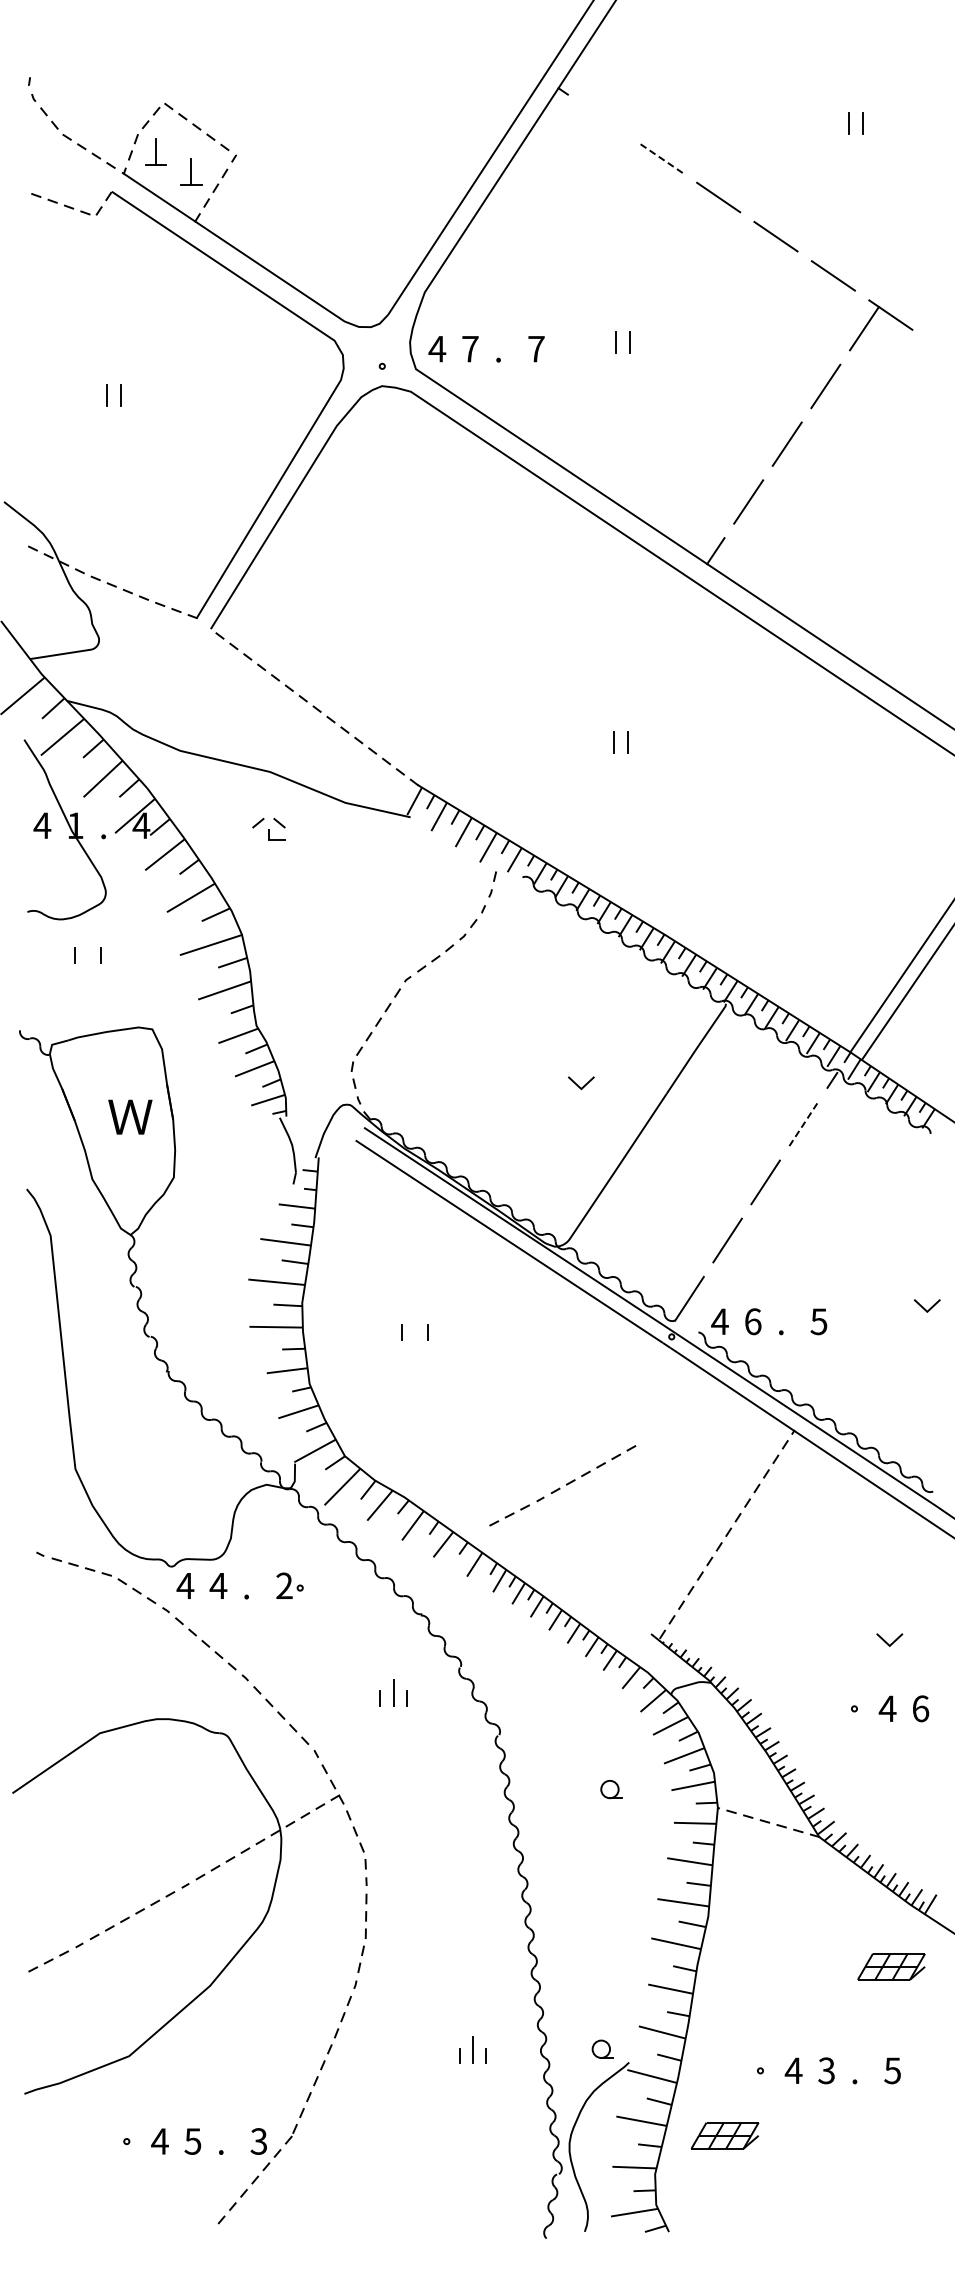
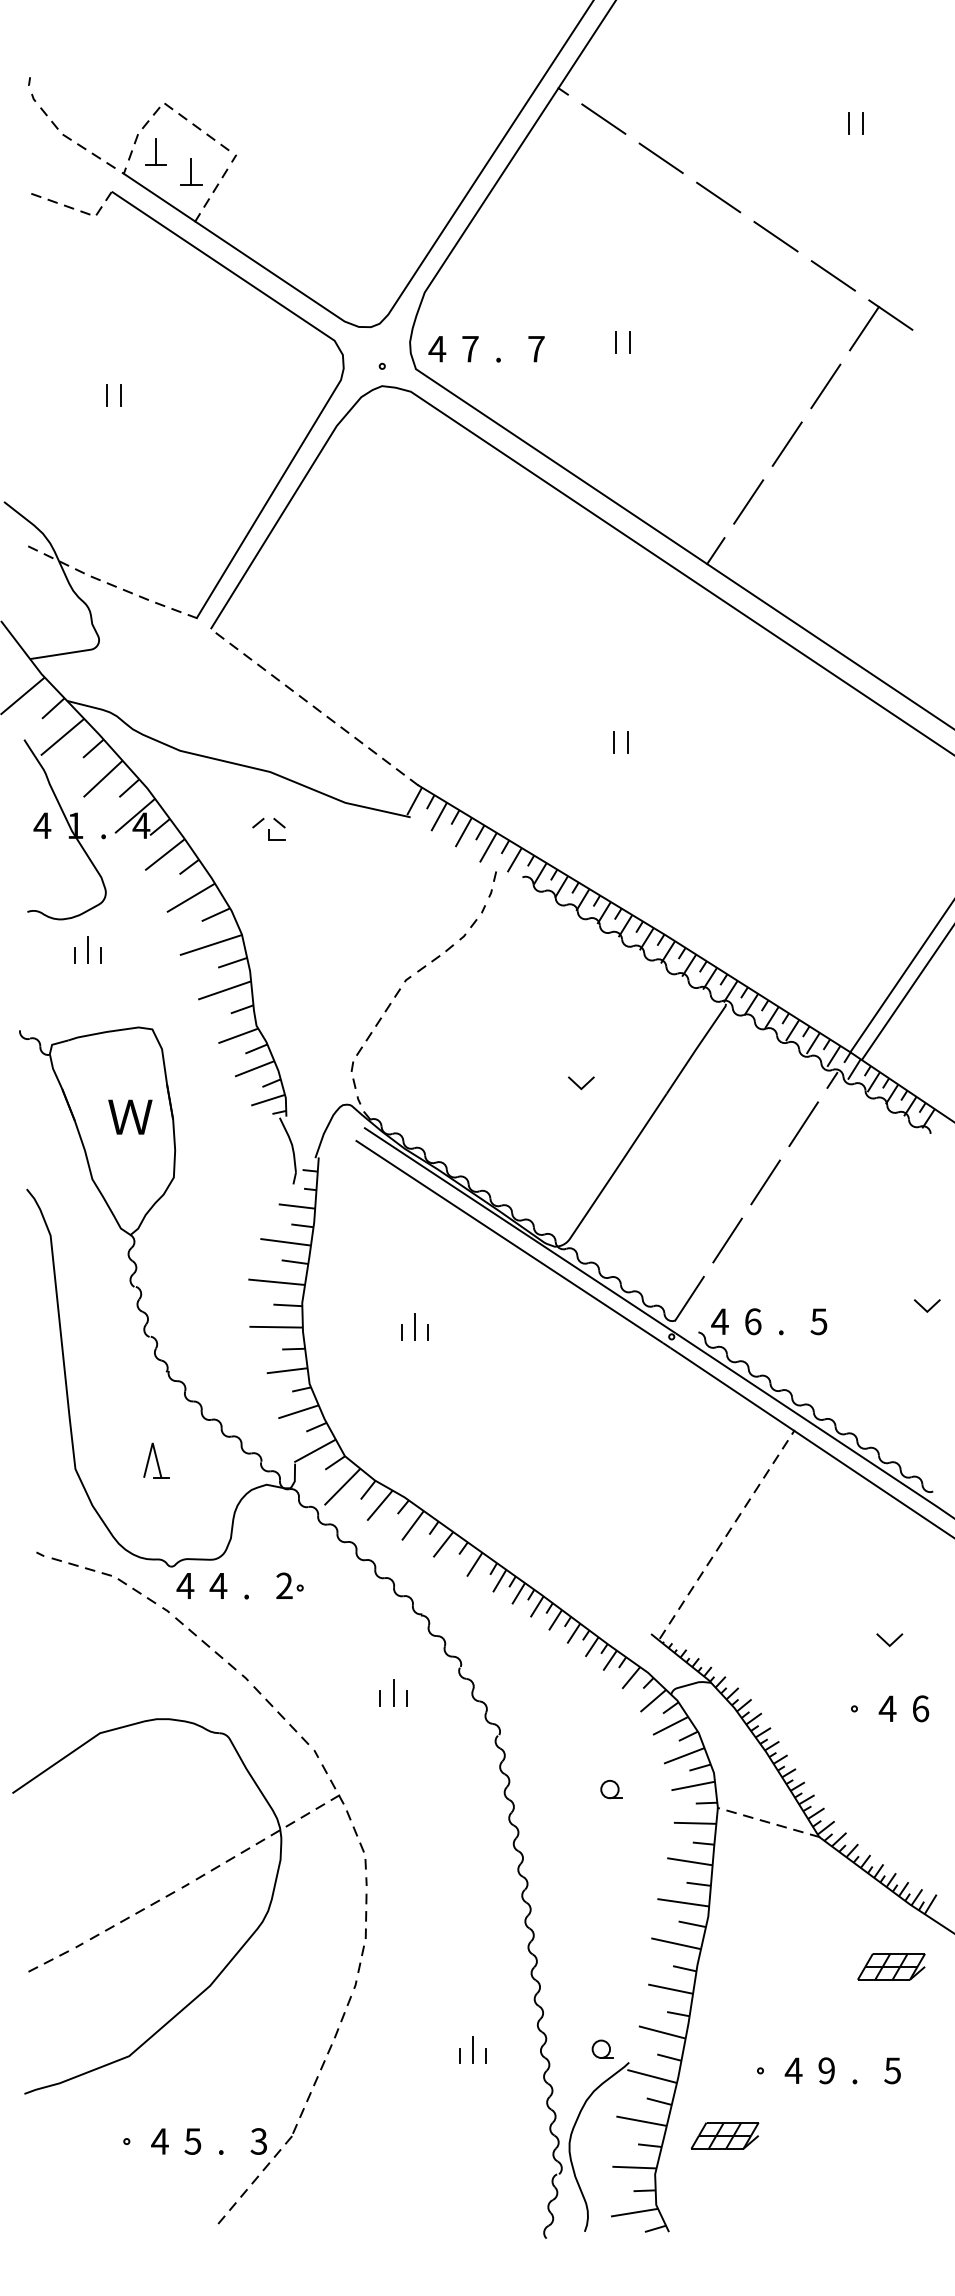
line at (603, 118): none -> present
line at (660, 158): dashed -> solid
line at (88, 949): none -> present
line at (803, 1123): dashed -> solid
line at (415, 1326): none -> present
part at (156, 1460): none -> present
part at (562, 1485): present -> none
text at (826, 2070): 3 -> 9
